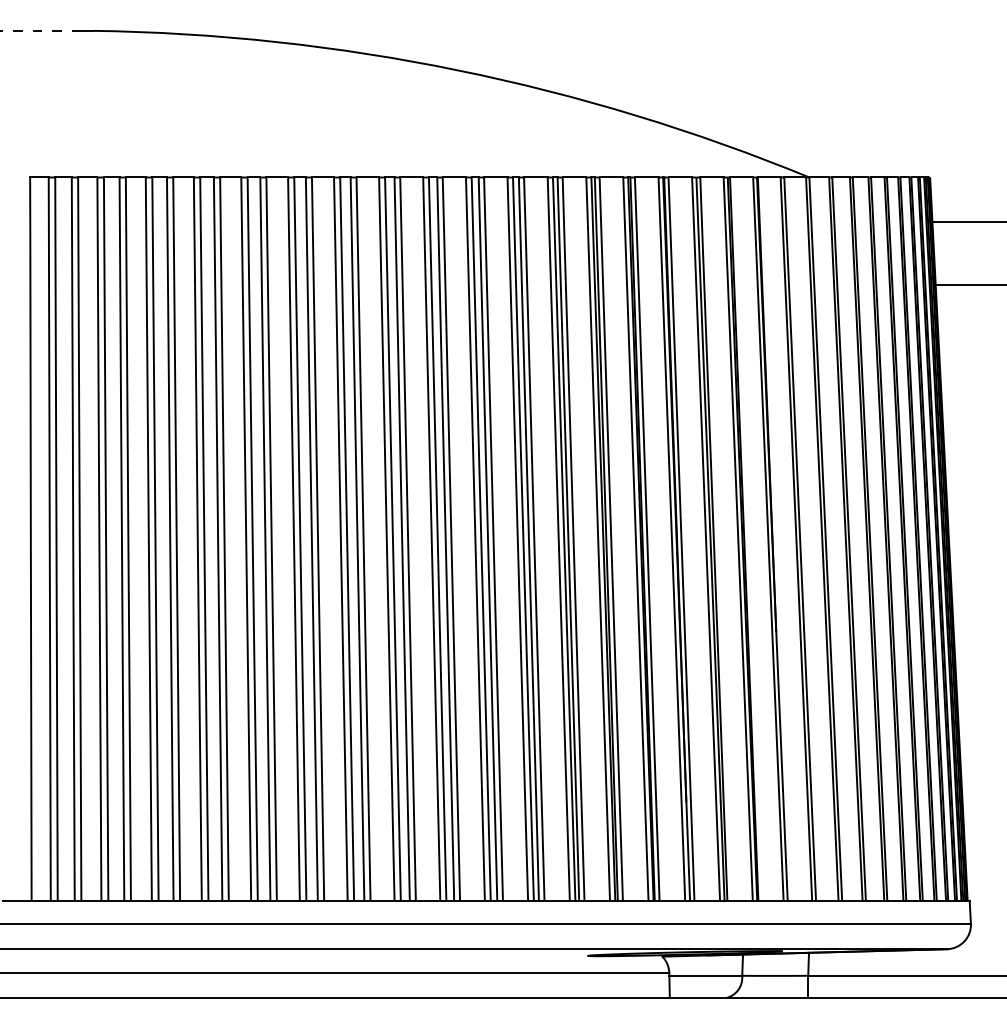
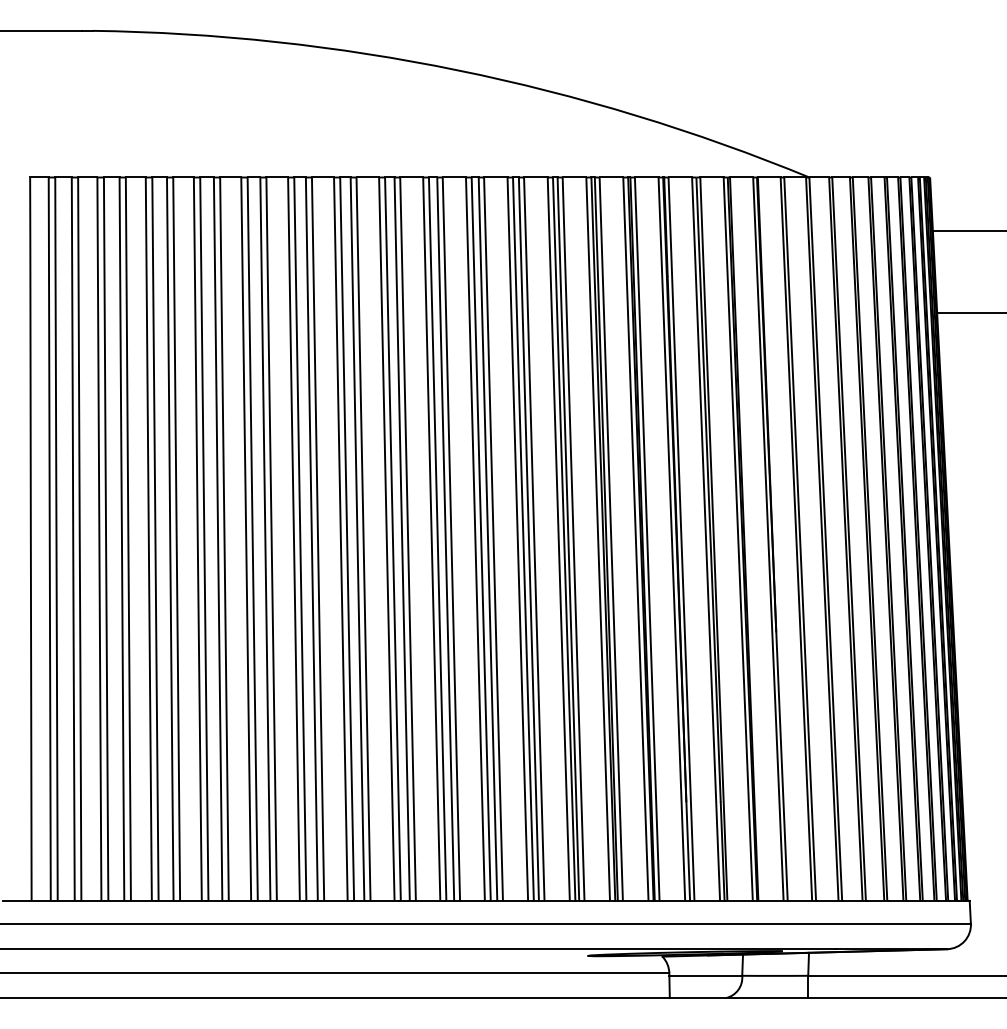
line at (40, 30): dashed -> solid
line at (967, 221) position: (967, 221) -> (967, 230)
line at (970, 285) position: (970, 285) -> (970, 313)
